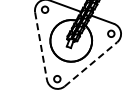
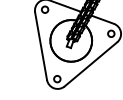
line at (41, 46): dashed -> solid
line at (91, 64): dashed -> solid
